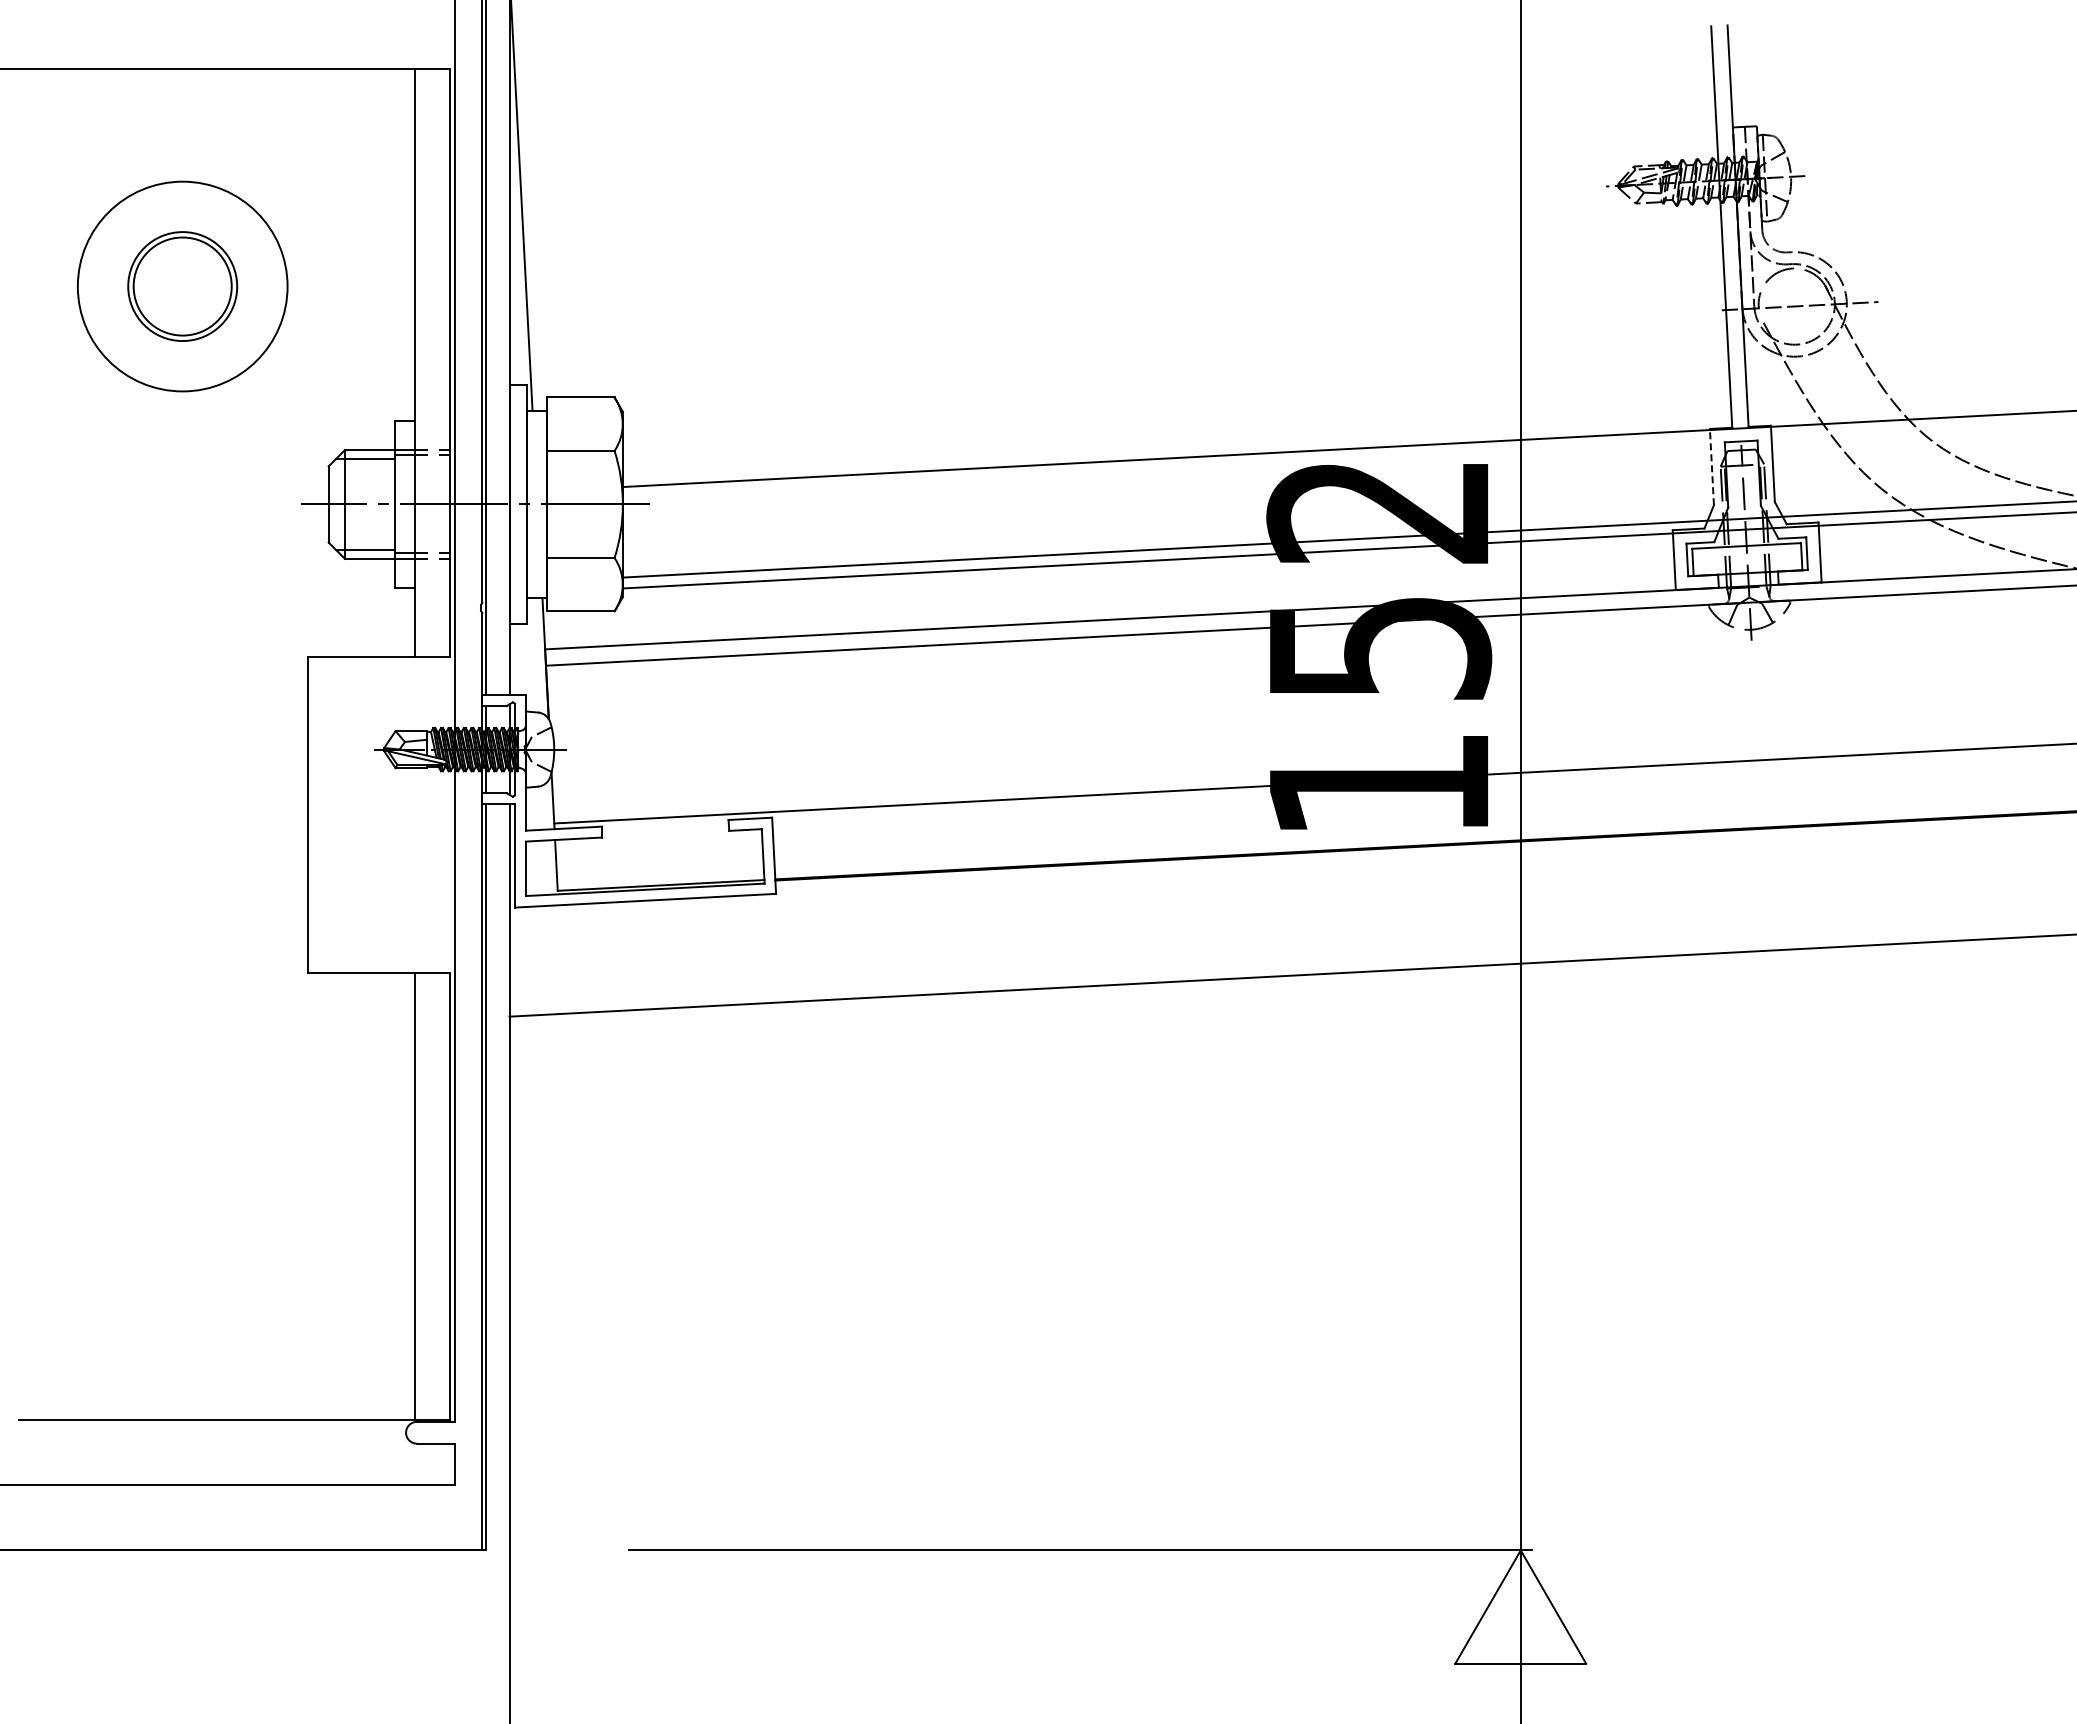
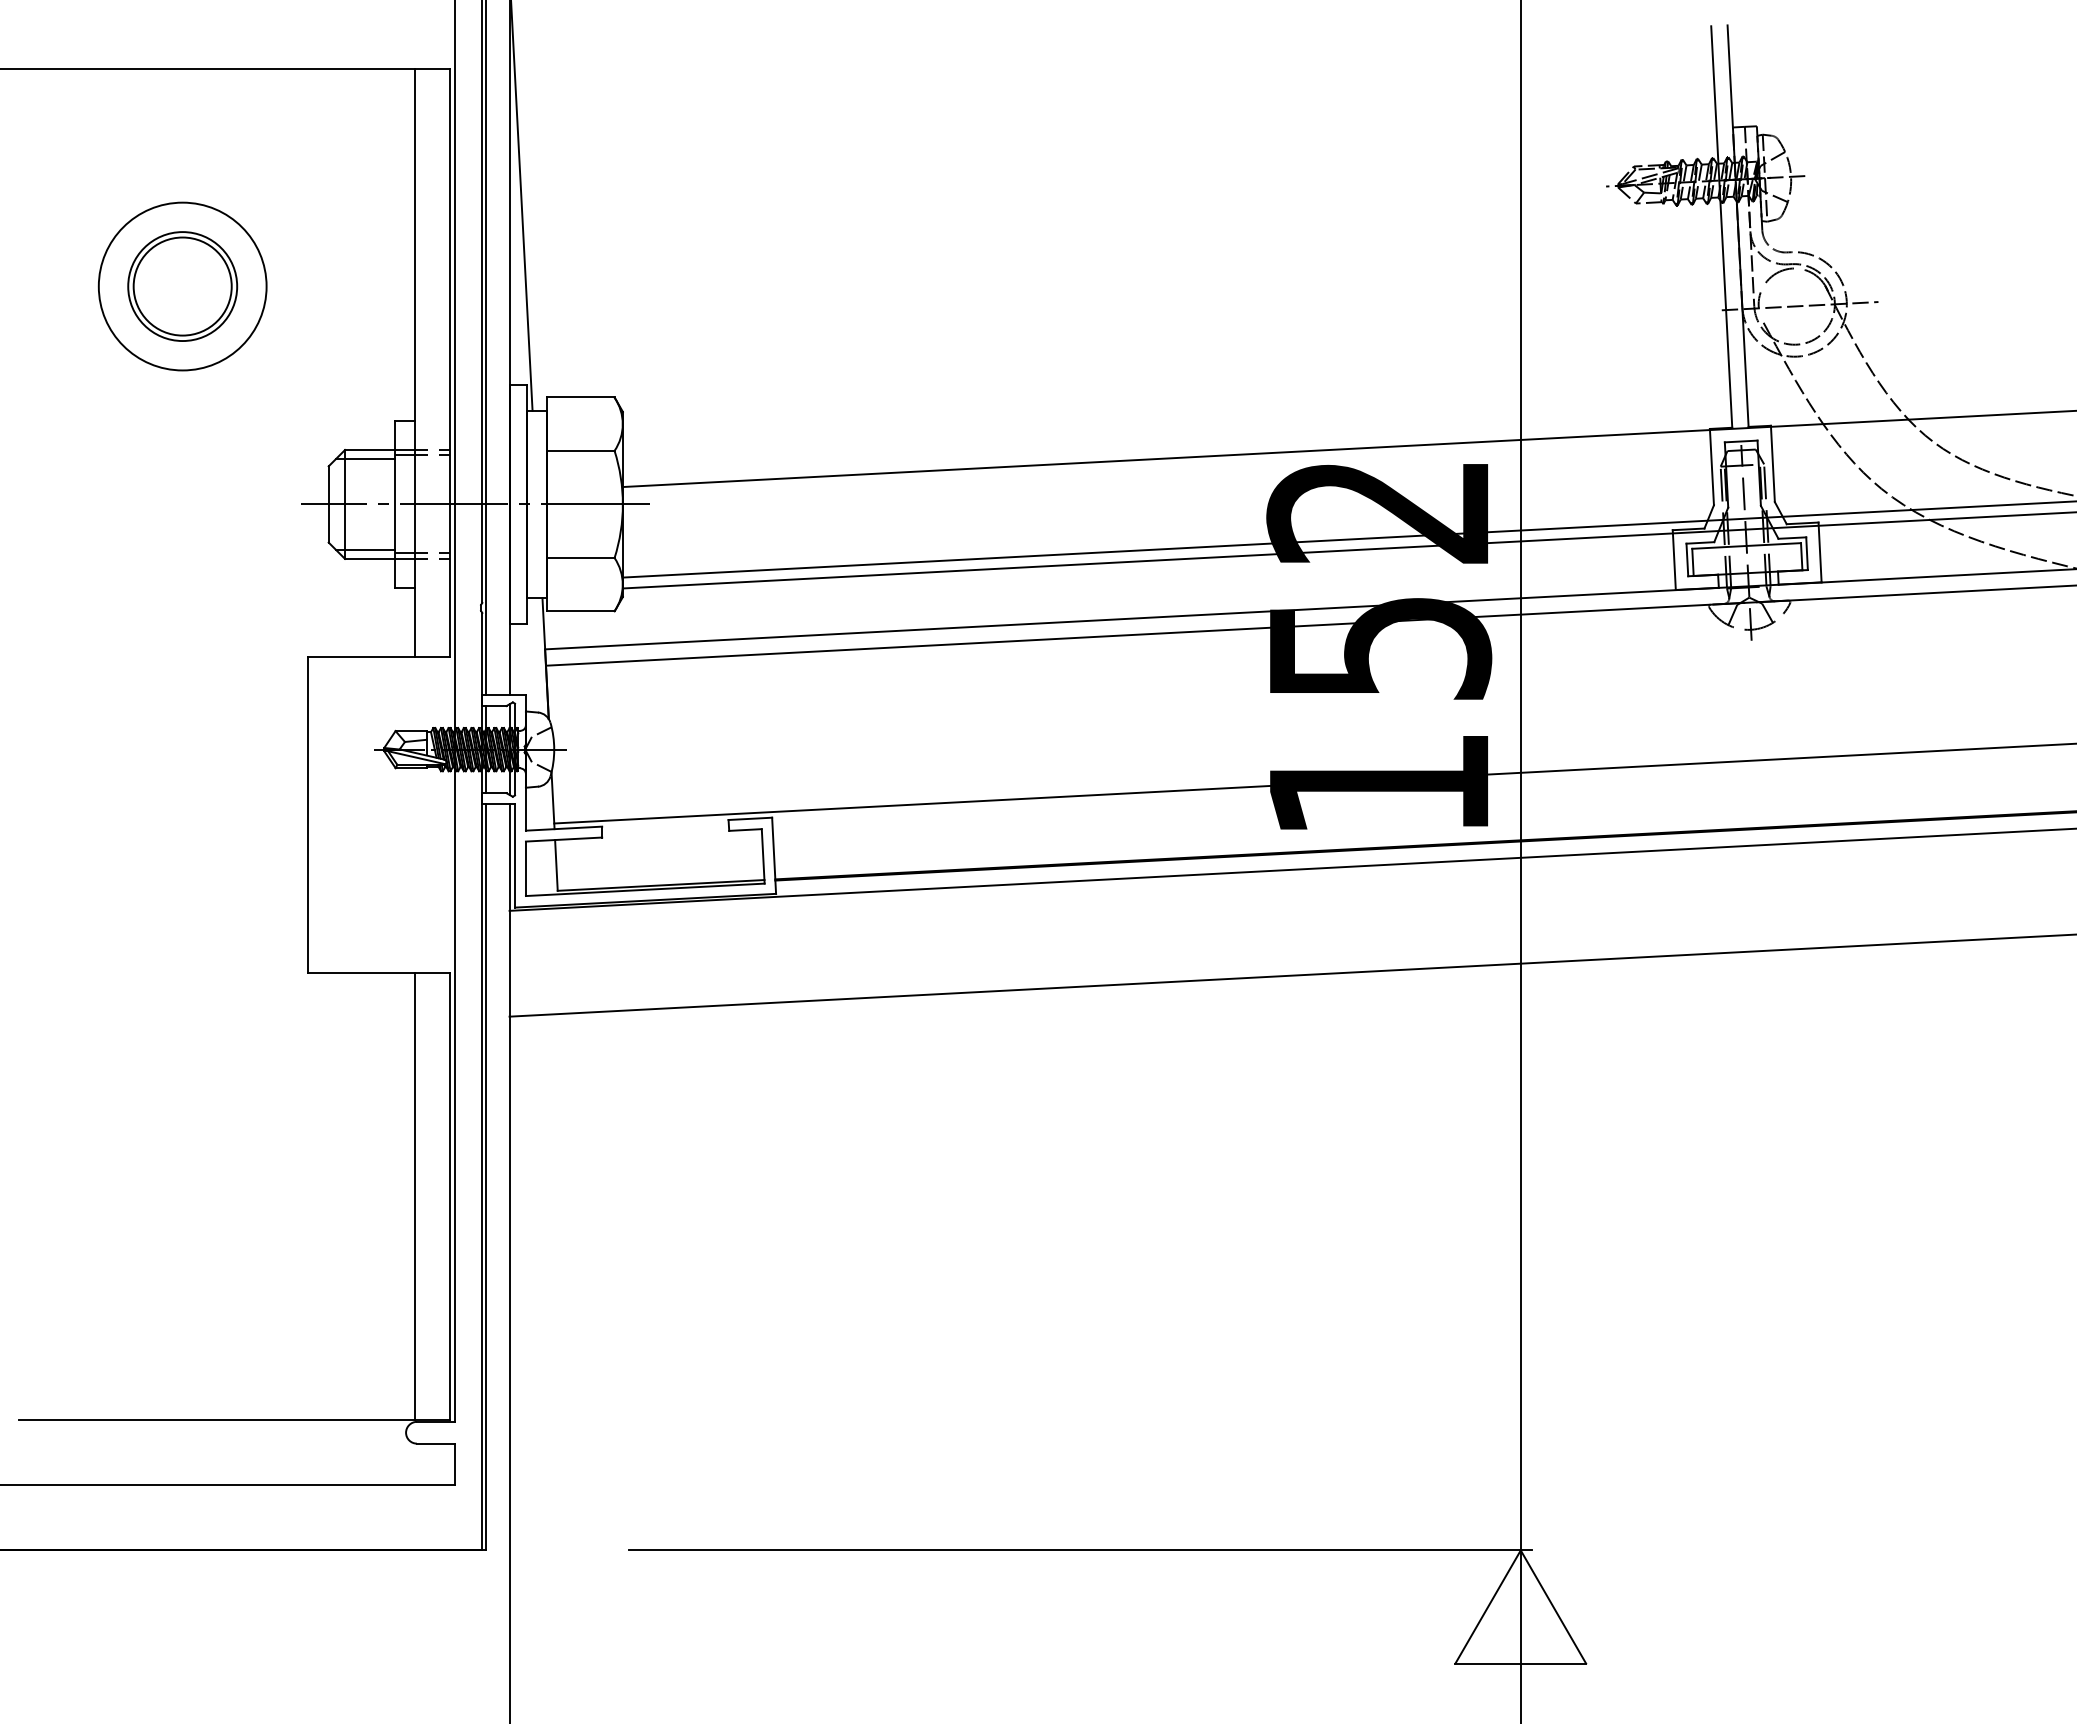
circle at (182, 286) diameter: 210 px -> 168 px
line at (1711, 466): dashed -> solid
line at (1291, 869): none -> present
